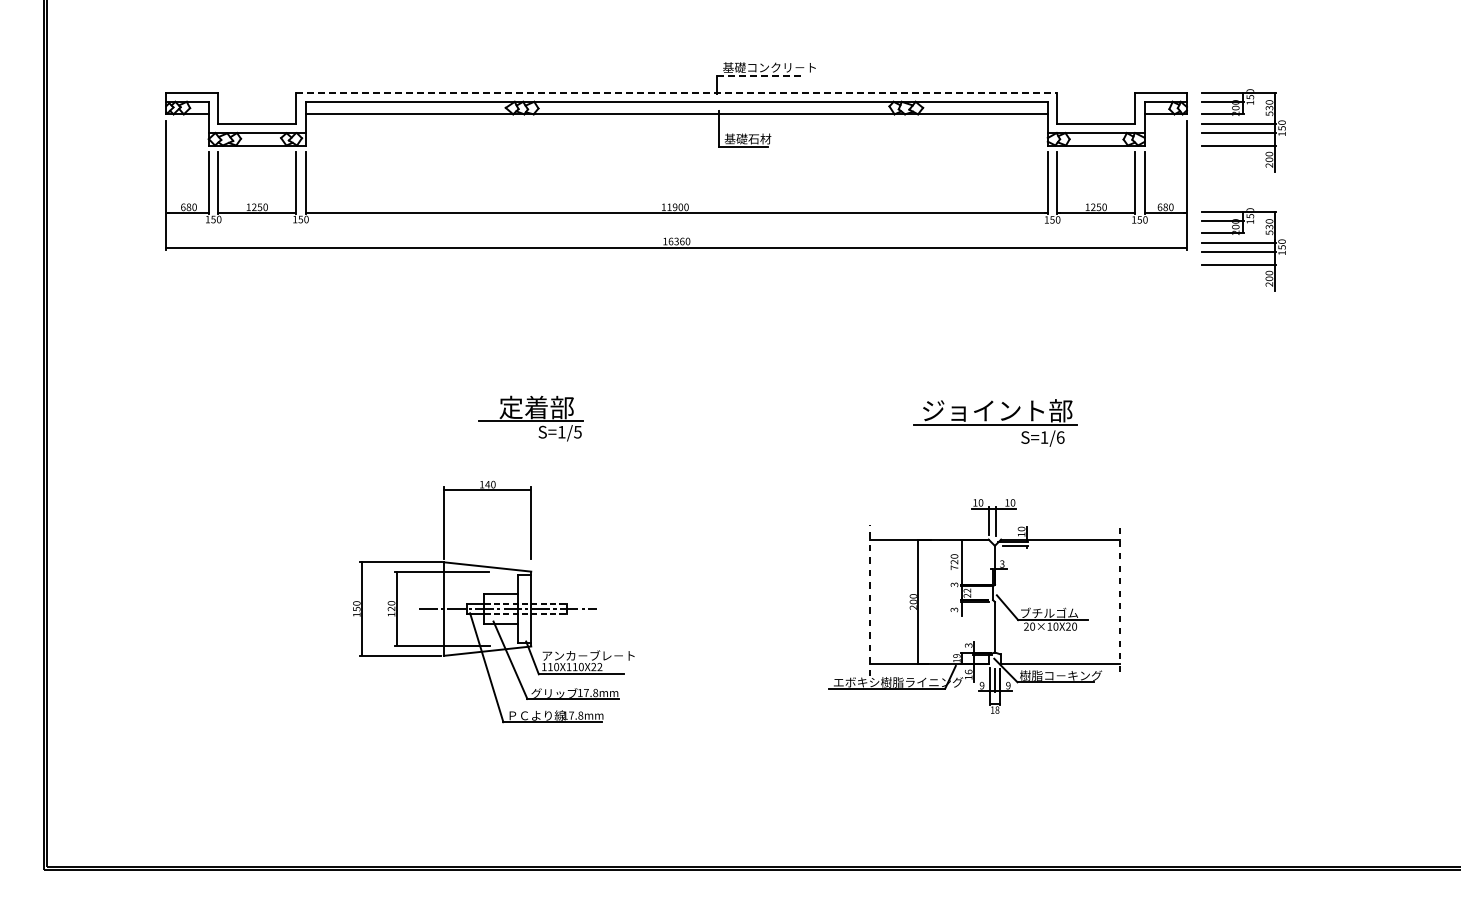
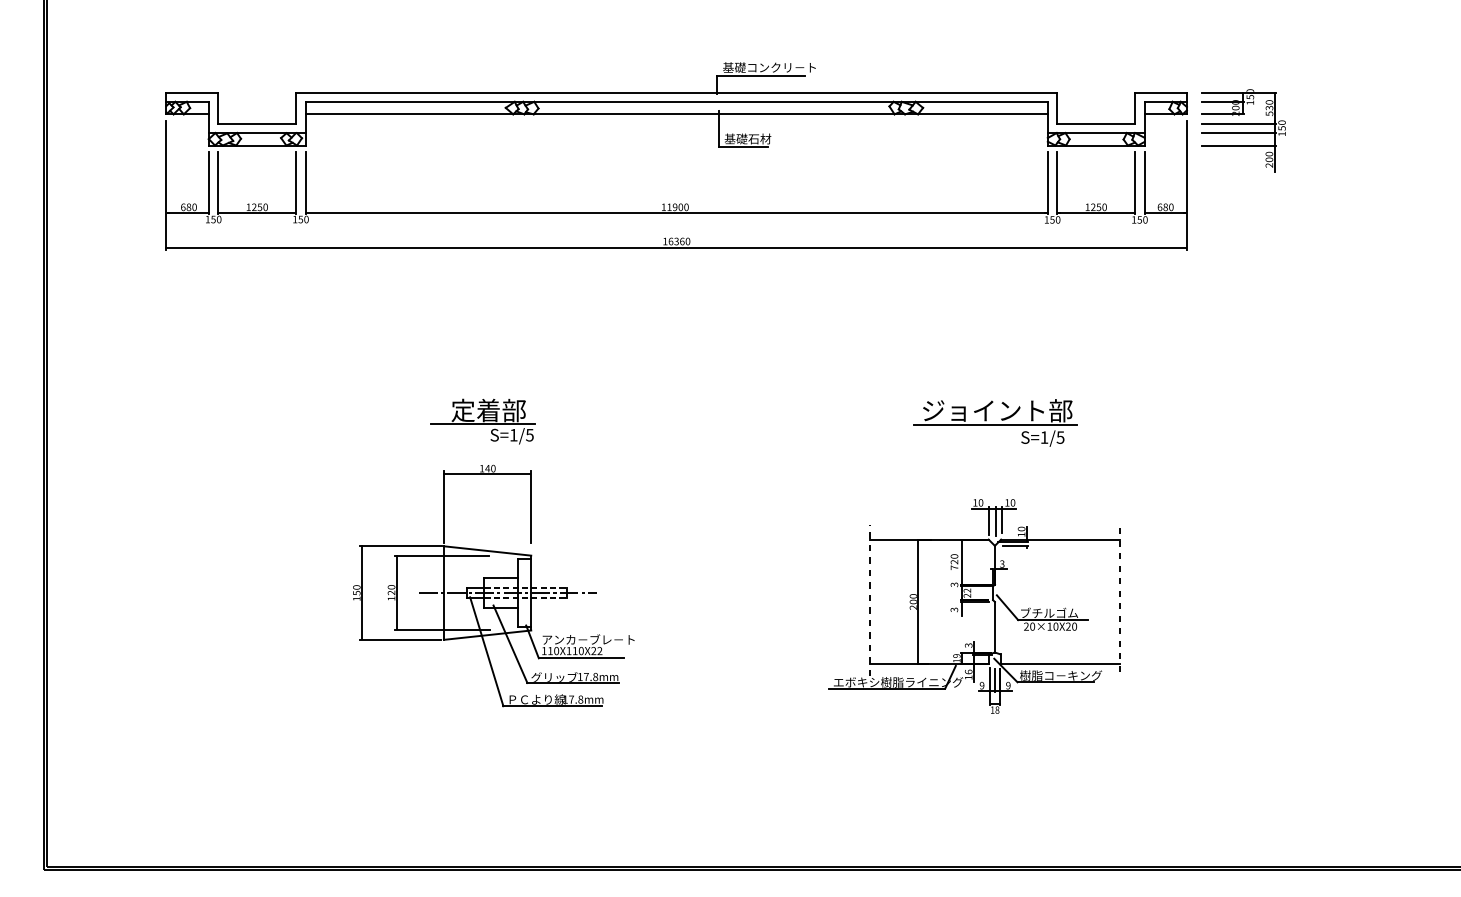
line at (761, 76): dashed -> solid
line at (677, 92): dashed -> solid
part at (1243, 249): present -> none
part at (530, 418) position: (530, 418) -> (482, 421)
text at (1060, 437): S=1/6 -> S=1/5
line at (1001, 520): none -> present
part at (493, 601) position: (493, 601) -> (493, 585)
